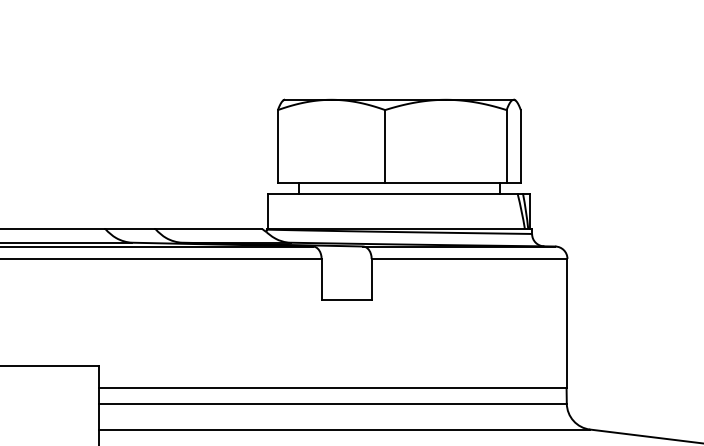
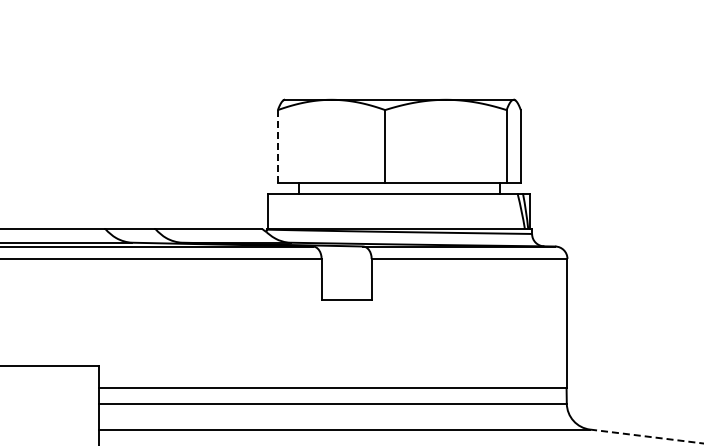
line at (277, 146): solid -> dashed
line at (646, 436): solid -> dashed
